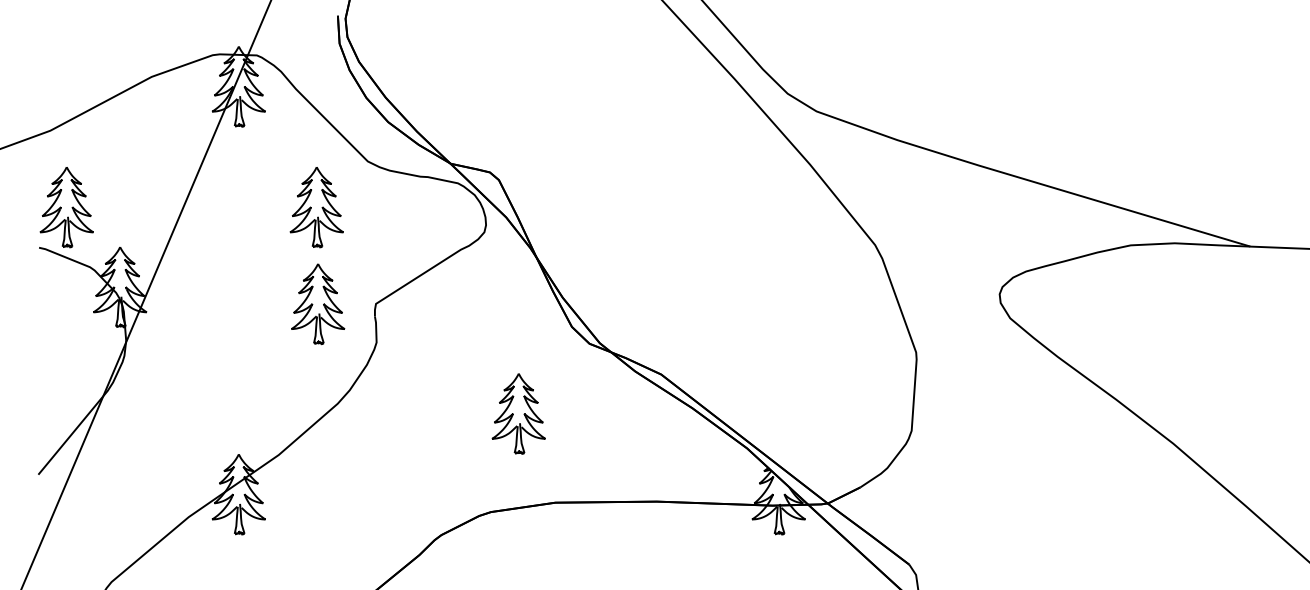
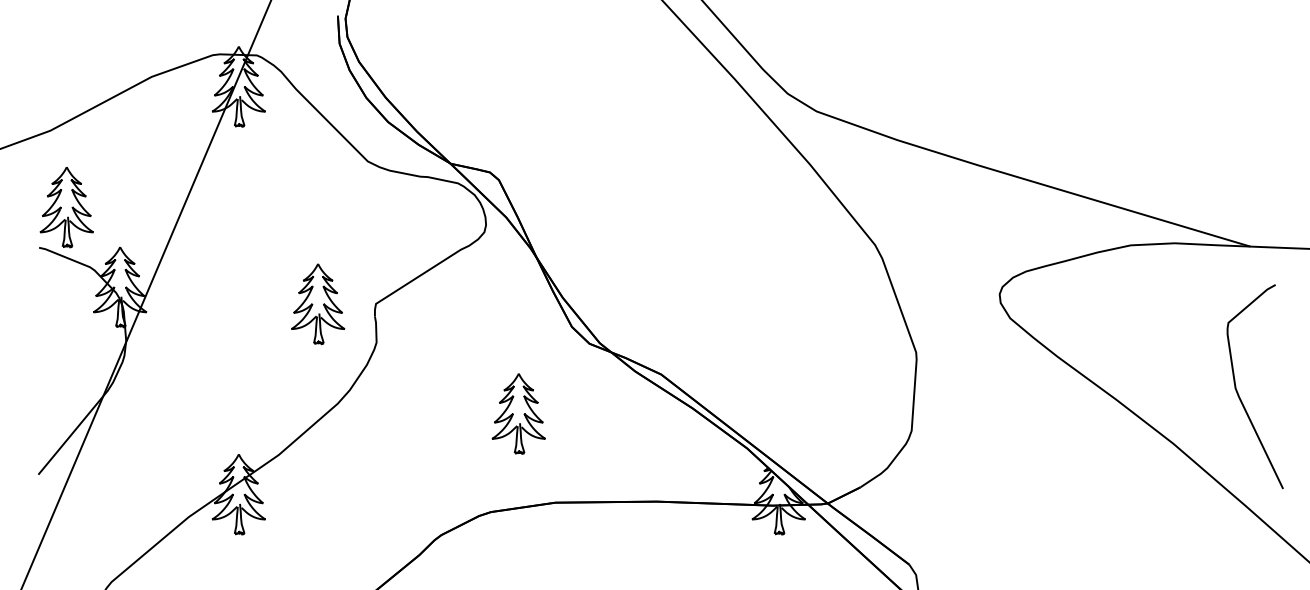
part at (316, 207): present -> none
curve at (1238, 392): none -> present
